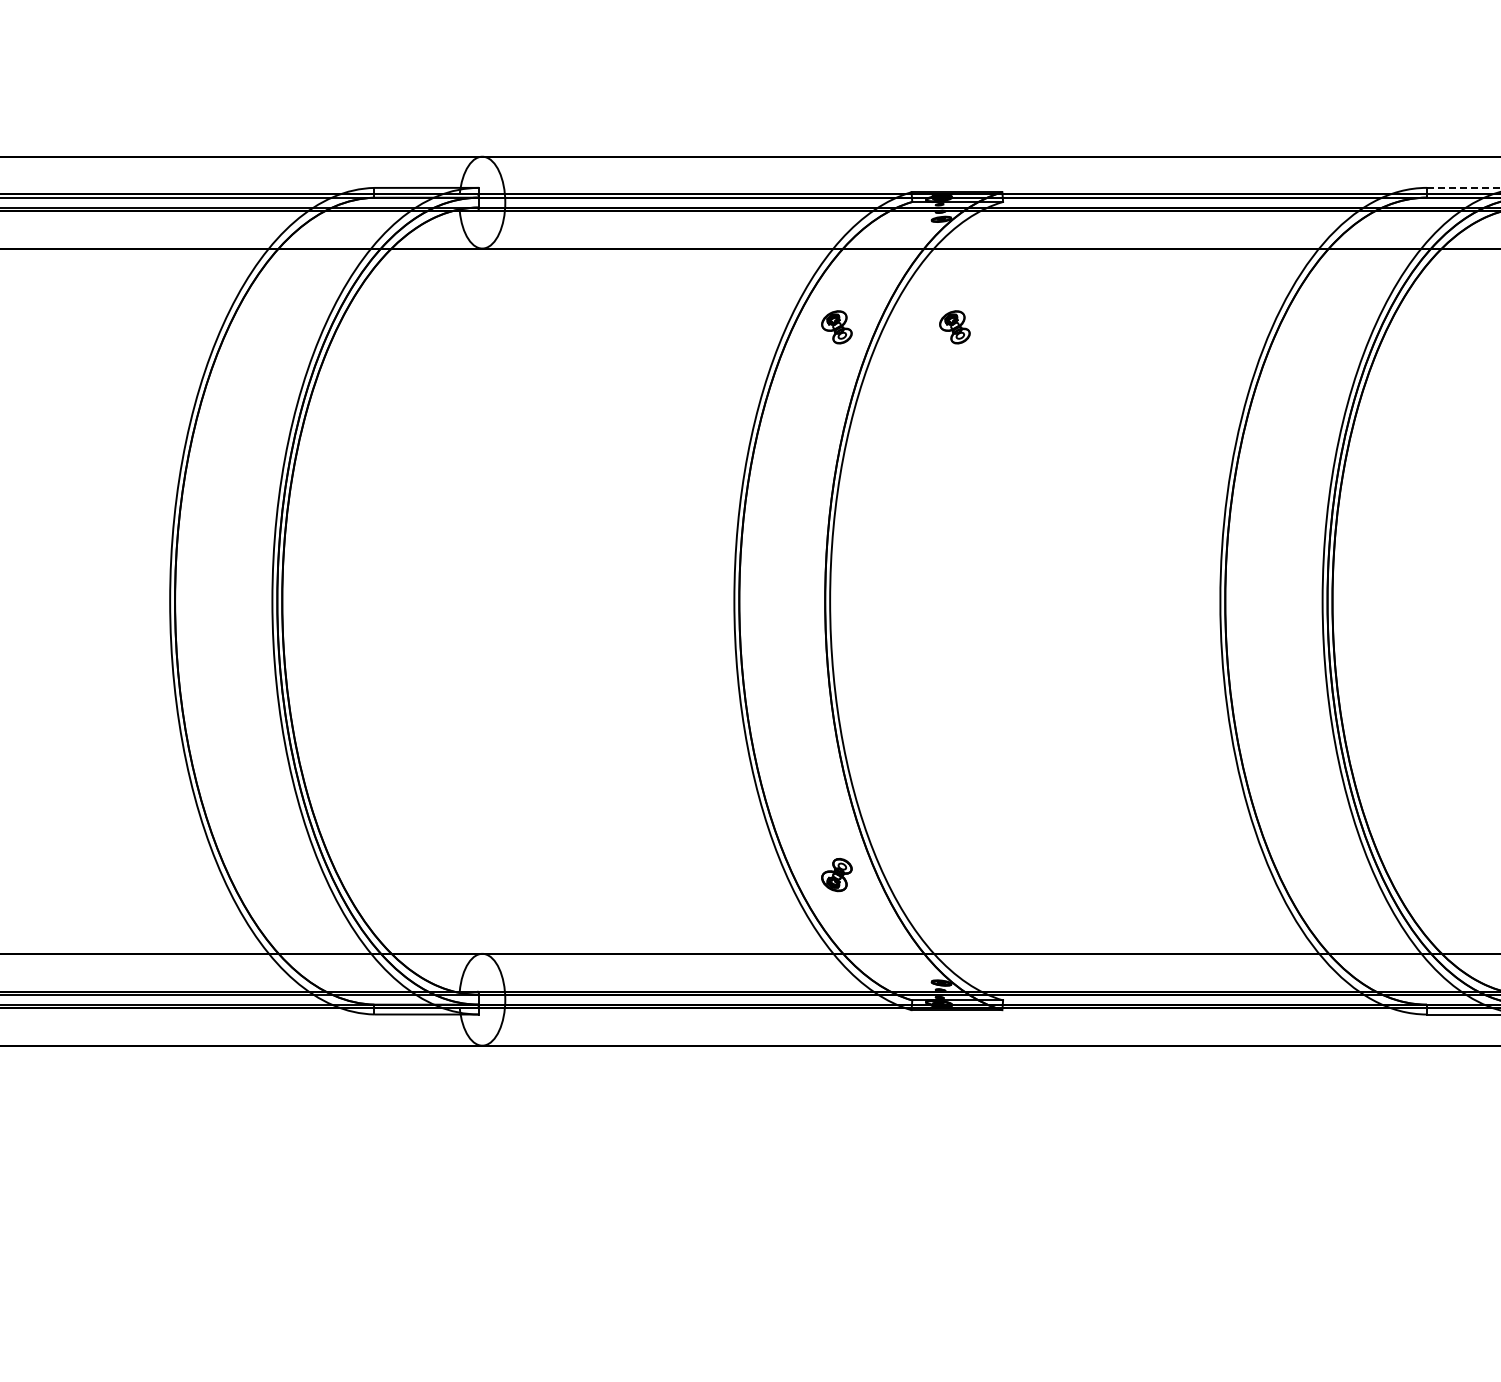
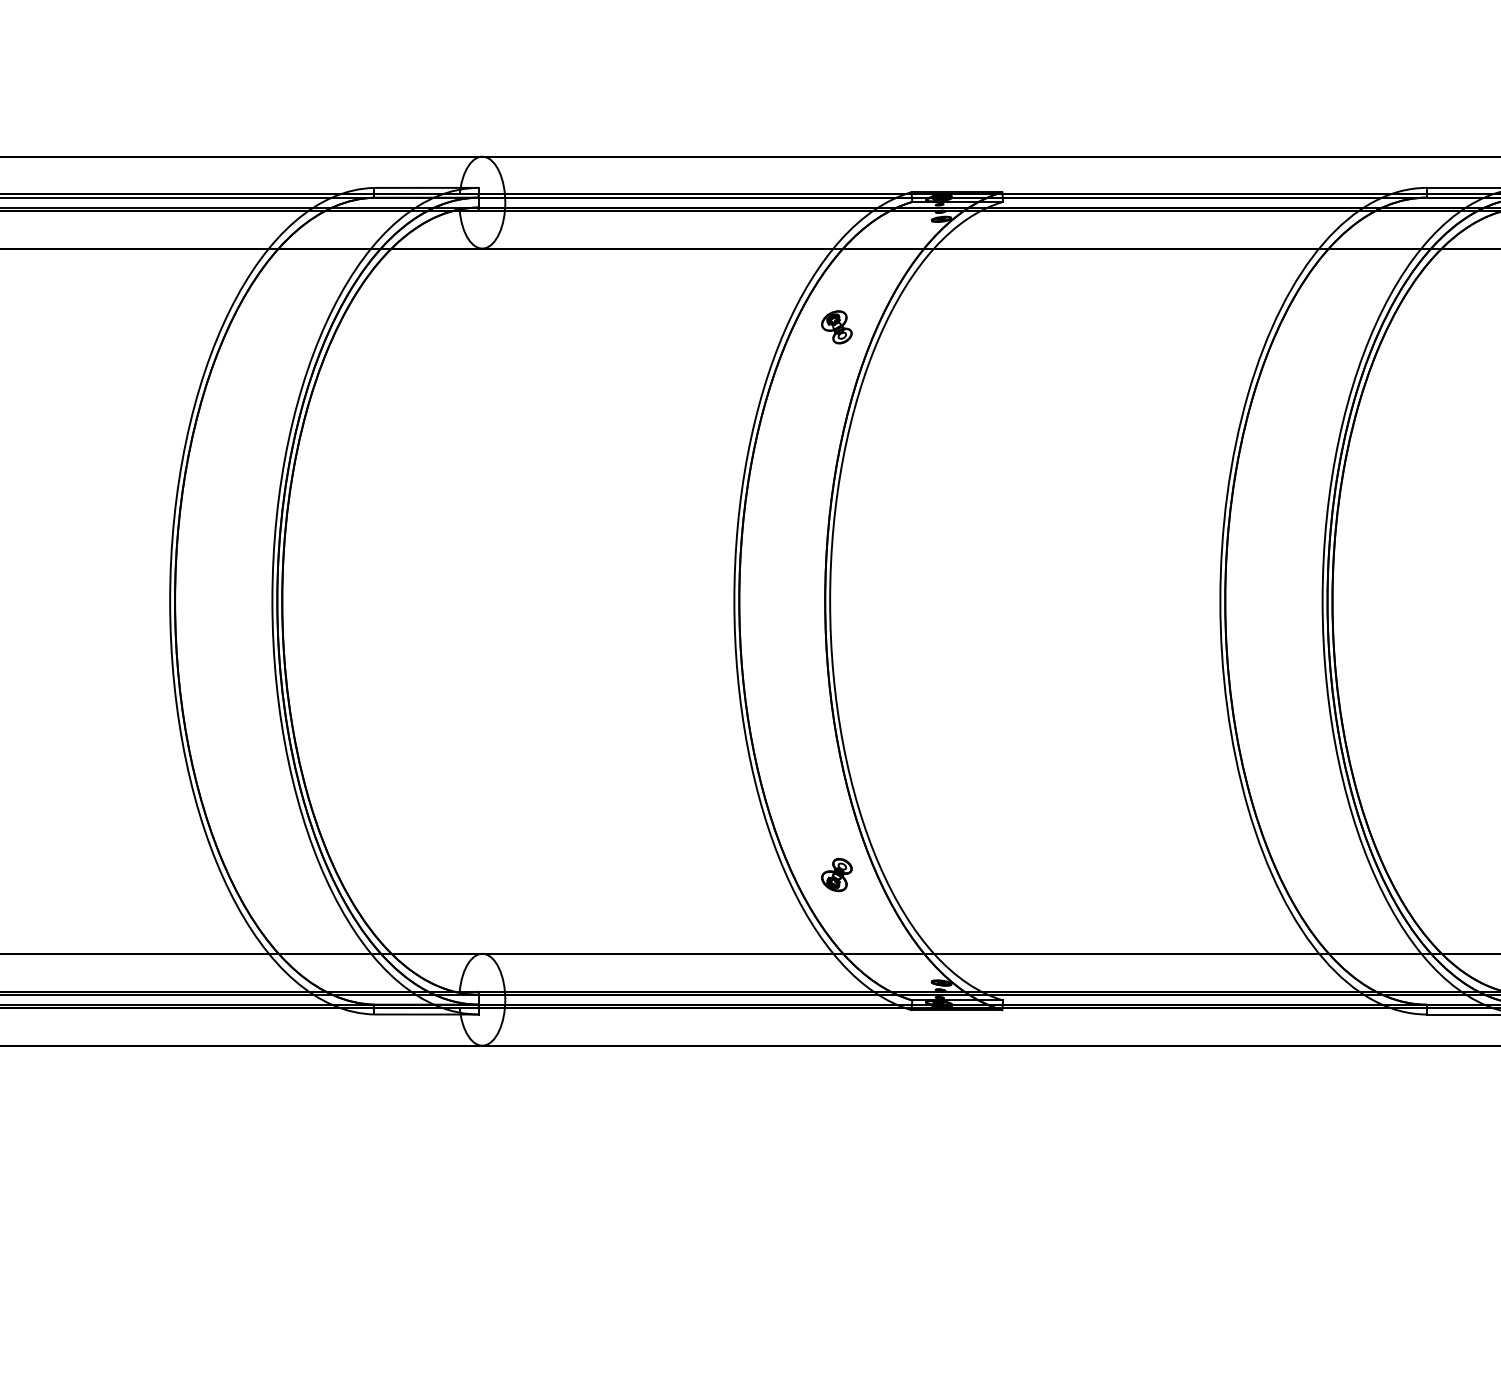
line at (1463, 187): dashed -> solid
part at (954, 327): present -> none
